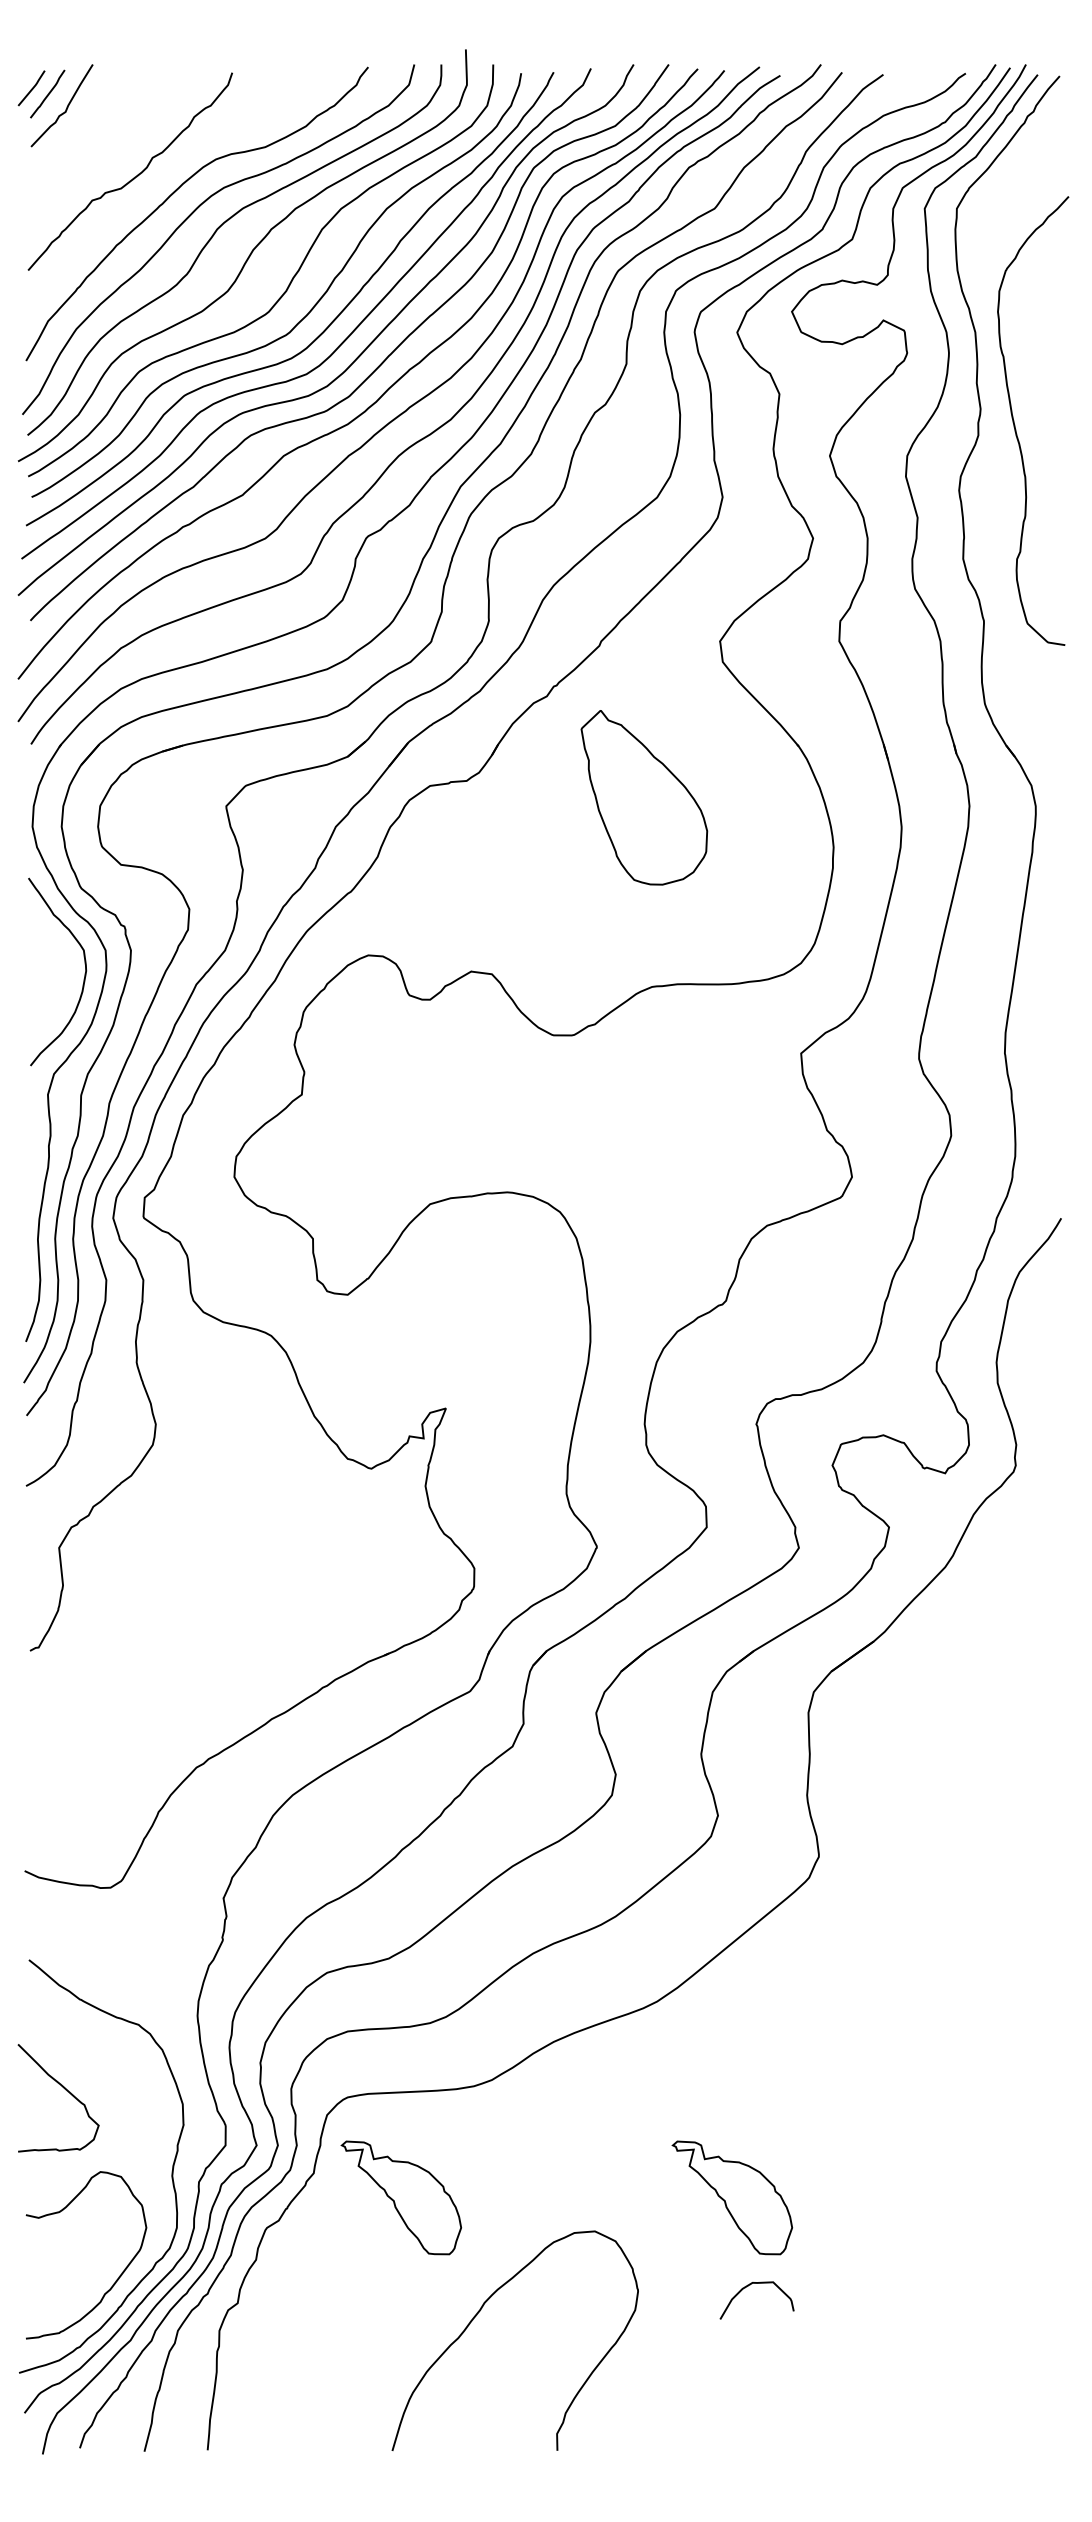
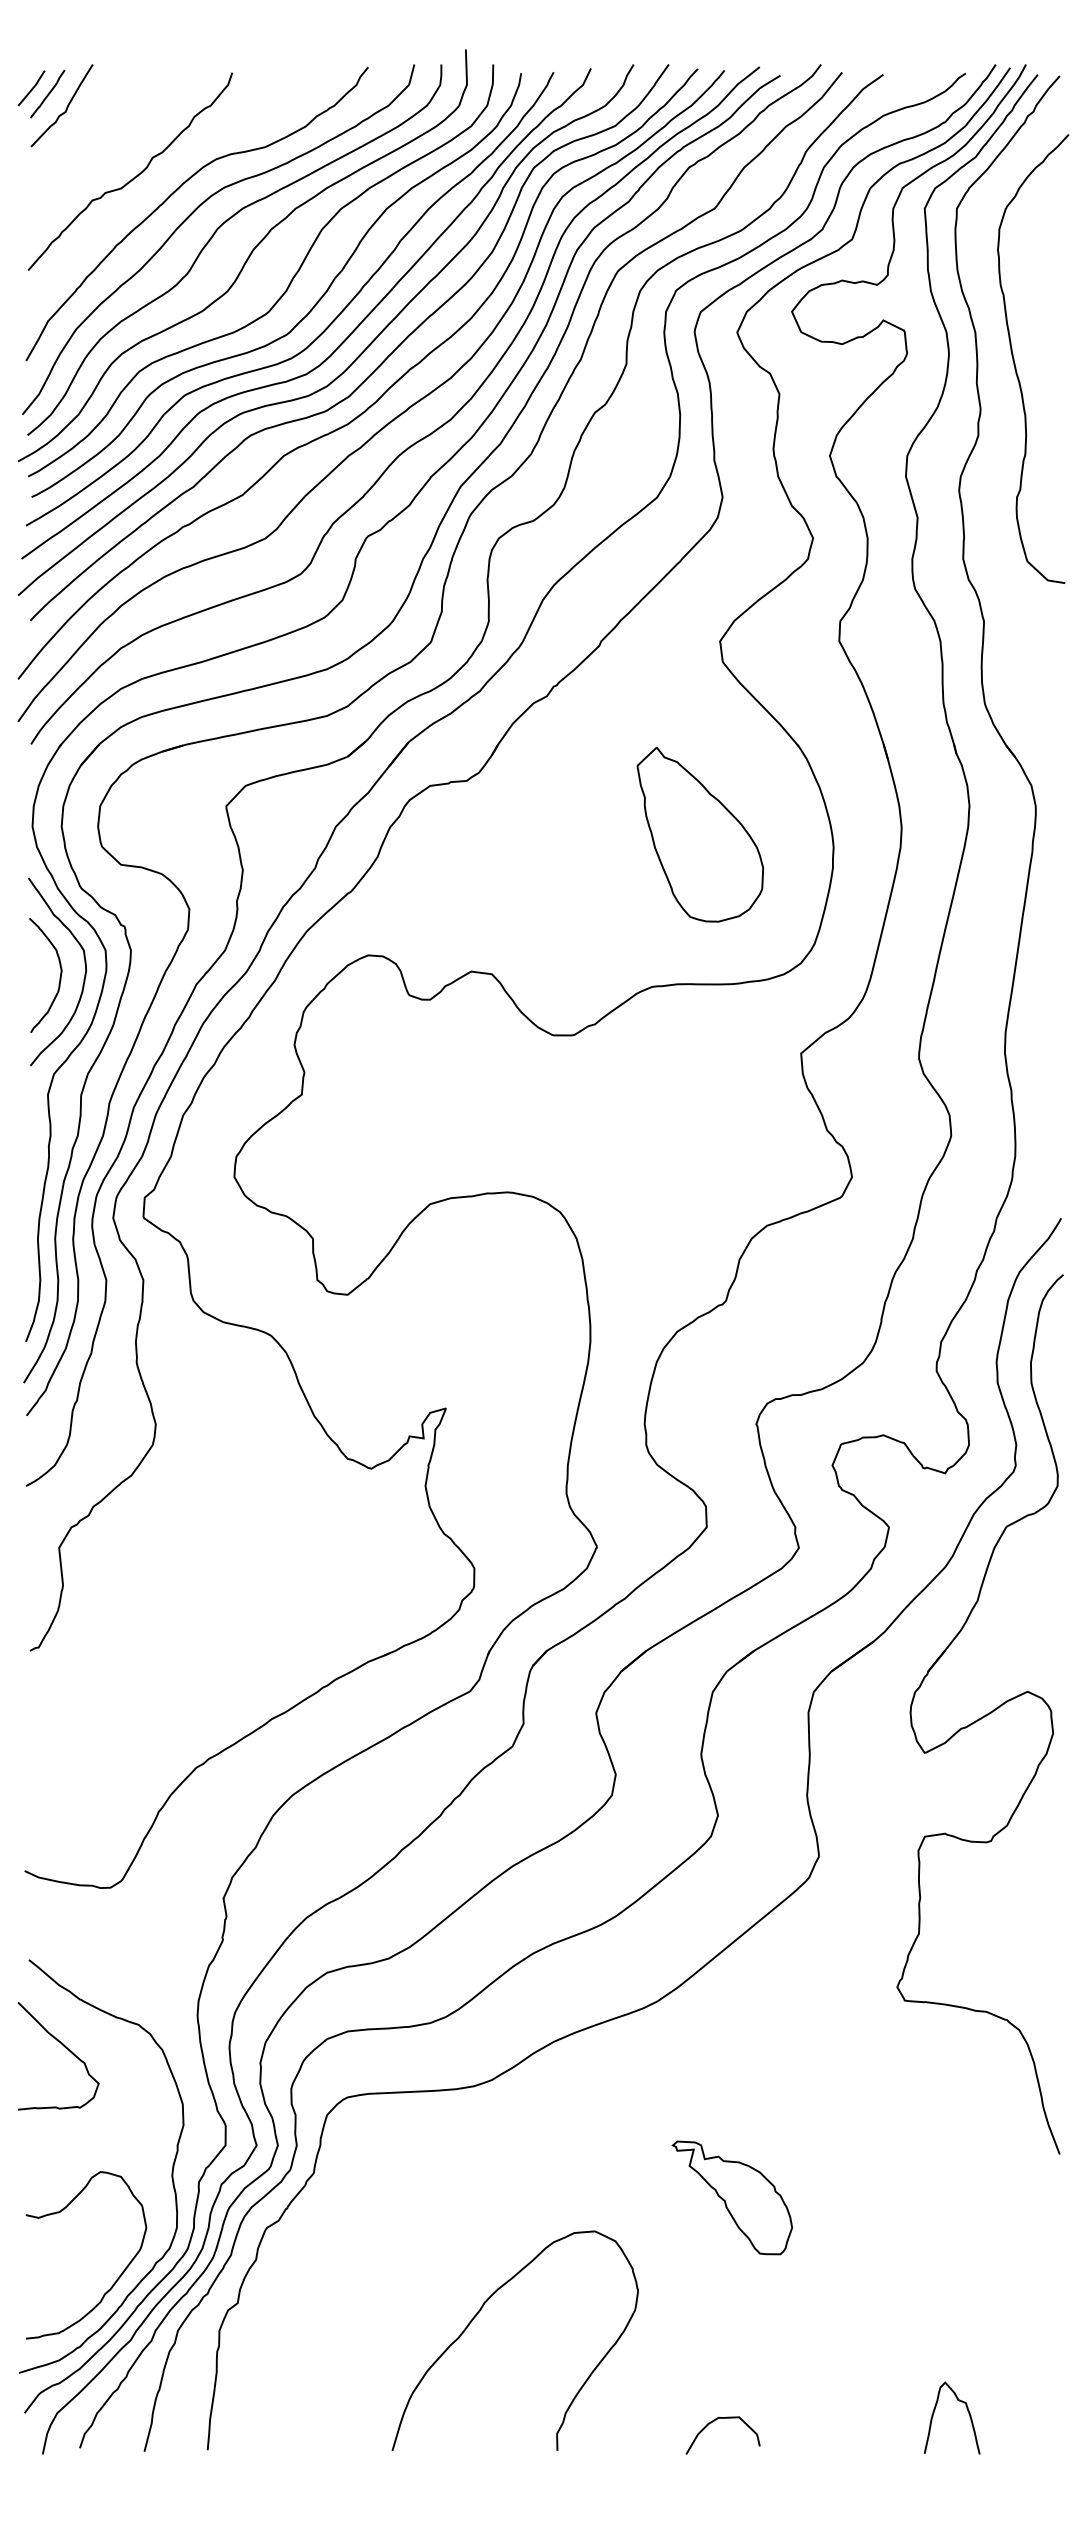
curve at (1015, 425) position: (1015, 425) -> (1015, 363)
part at (644, 797) position: (644, 797) -> (700, 834)
curve at (59, 976): none -> present
part at (979, 1714): none -> present
curve at (65, 2090) position: (65, 2090) -> (65, 2048)
part at (401, 2197): present -> none
curve at (748, 2286) position: (748, 2286) -> (714, 2421)
curve at (967, 2411): none -> present
